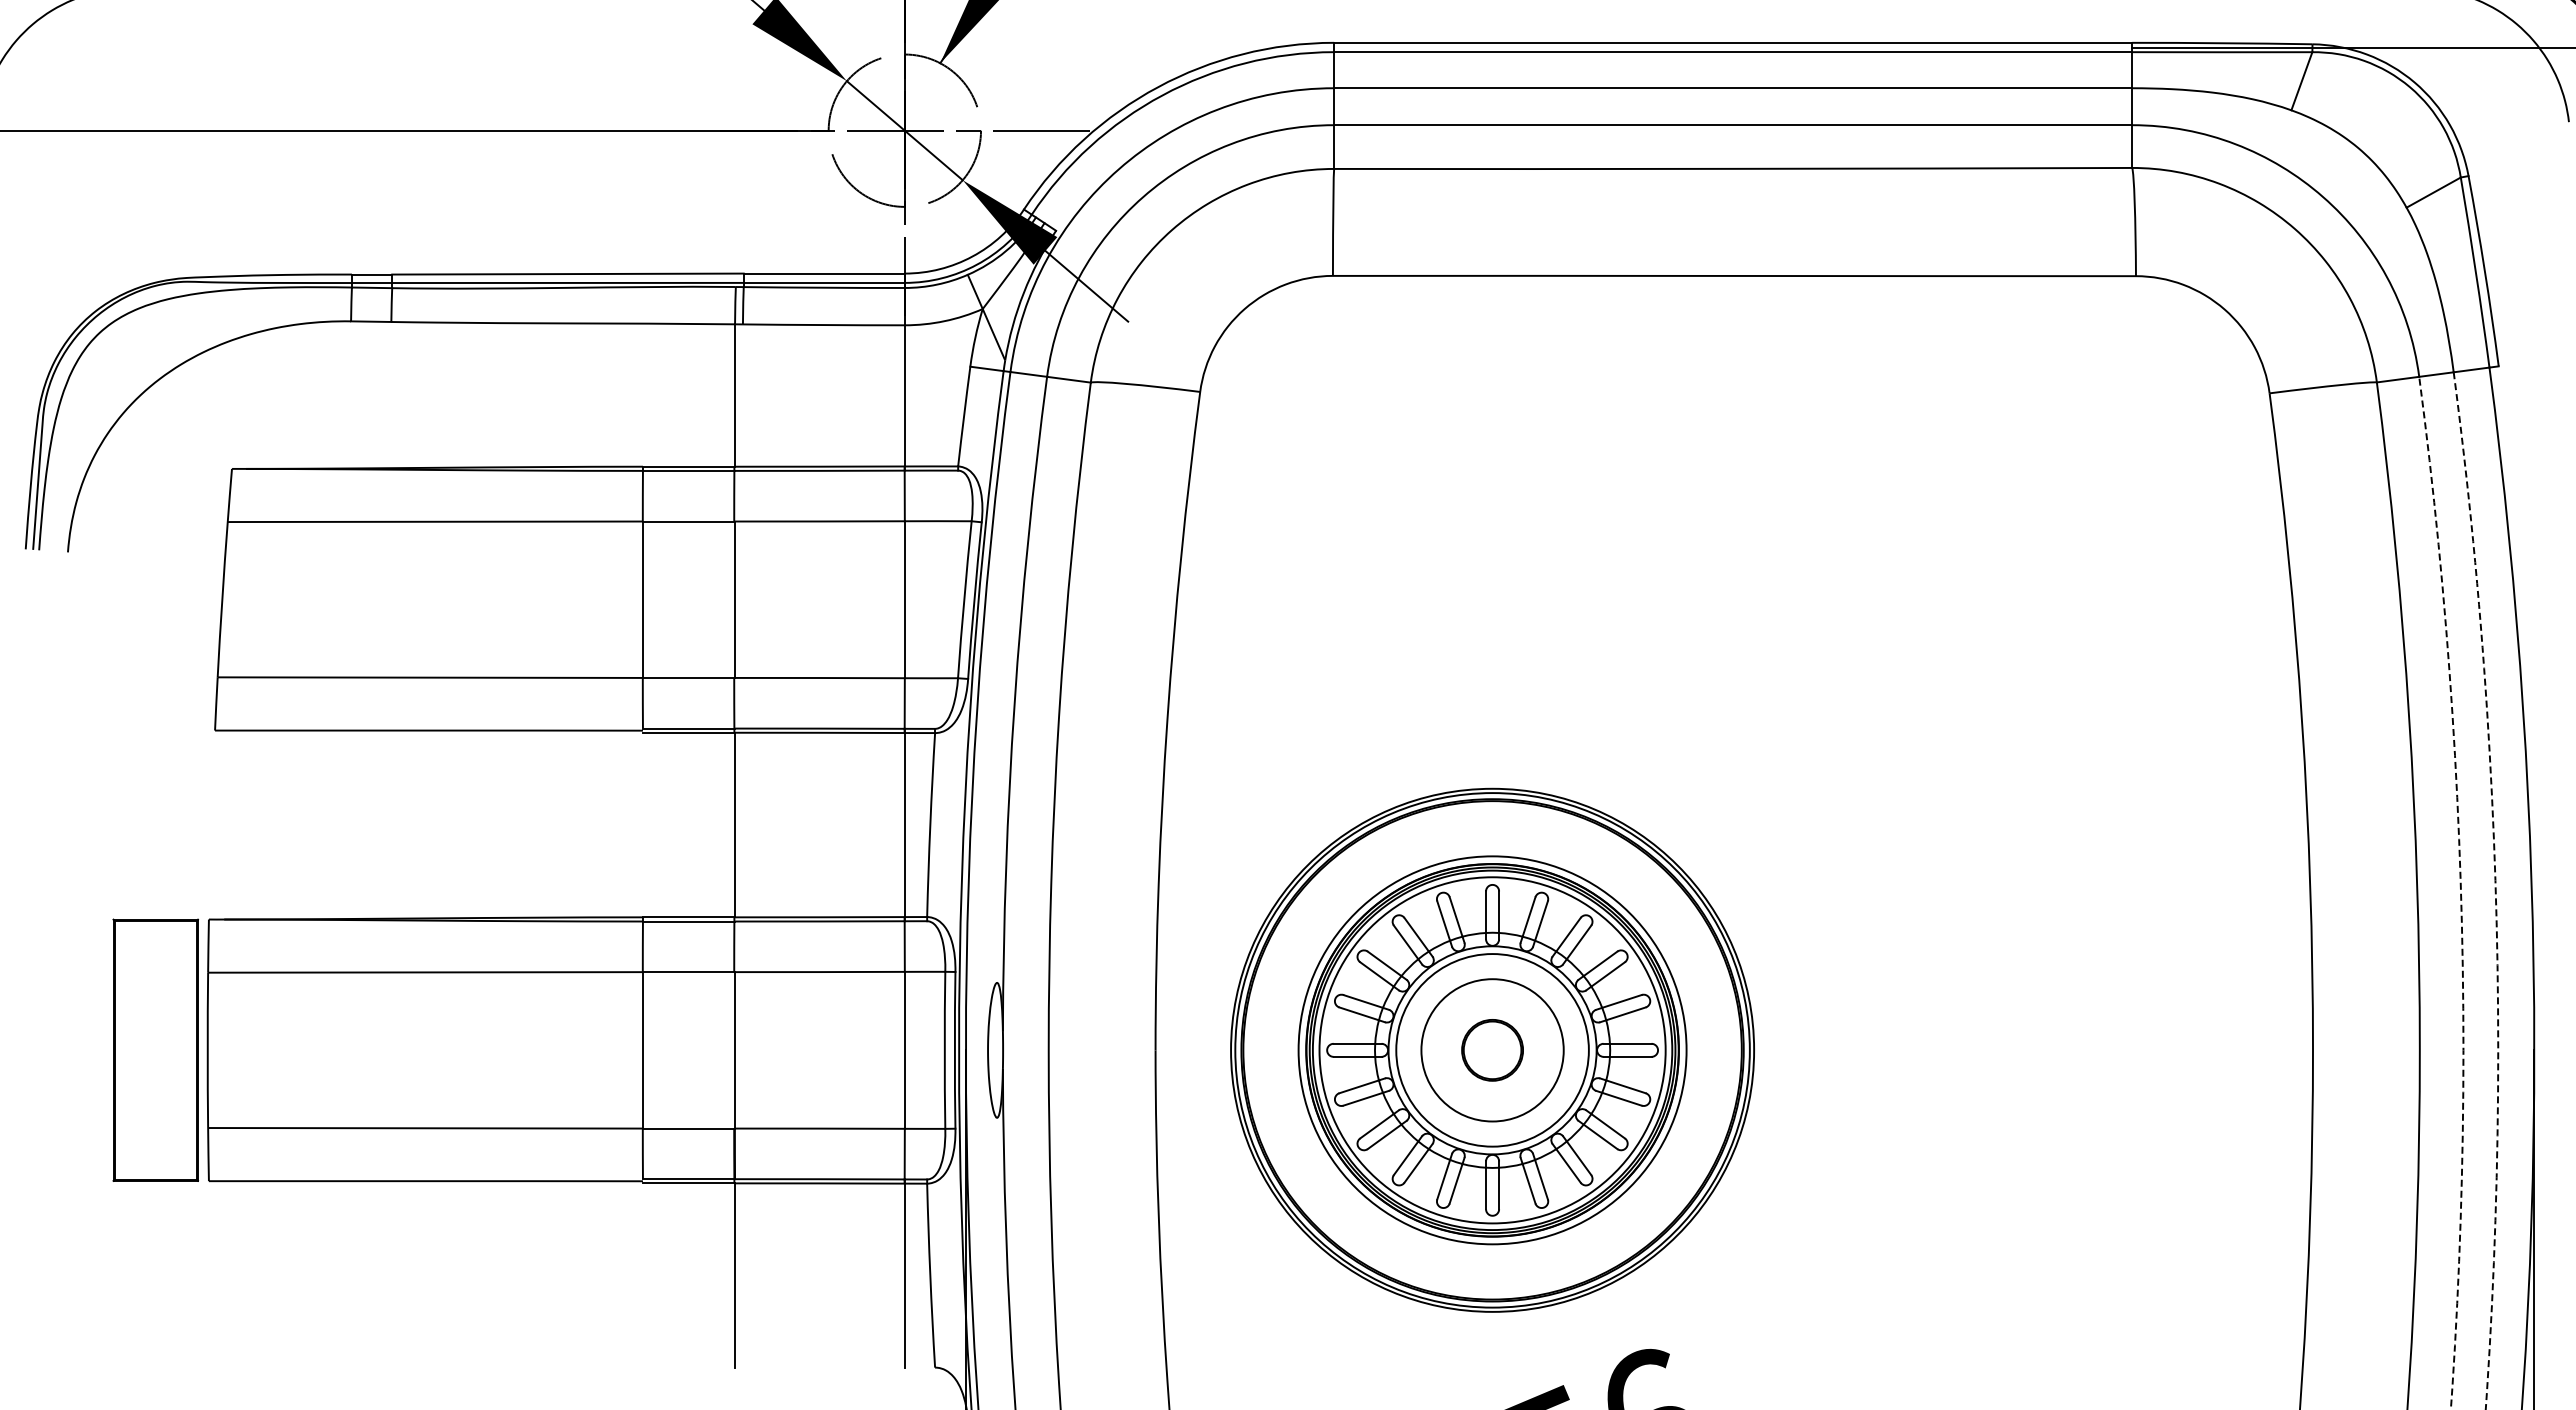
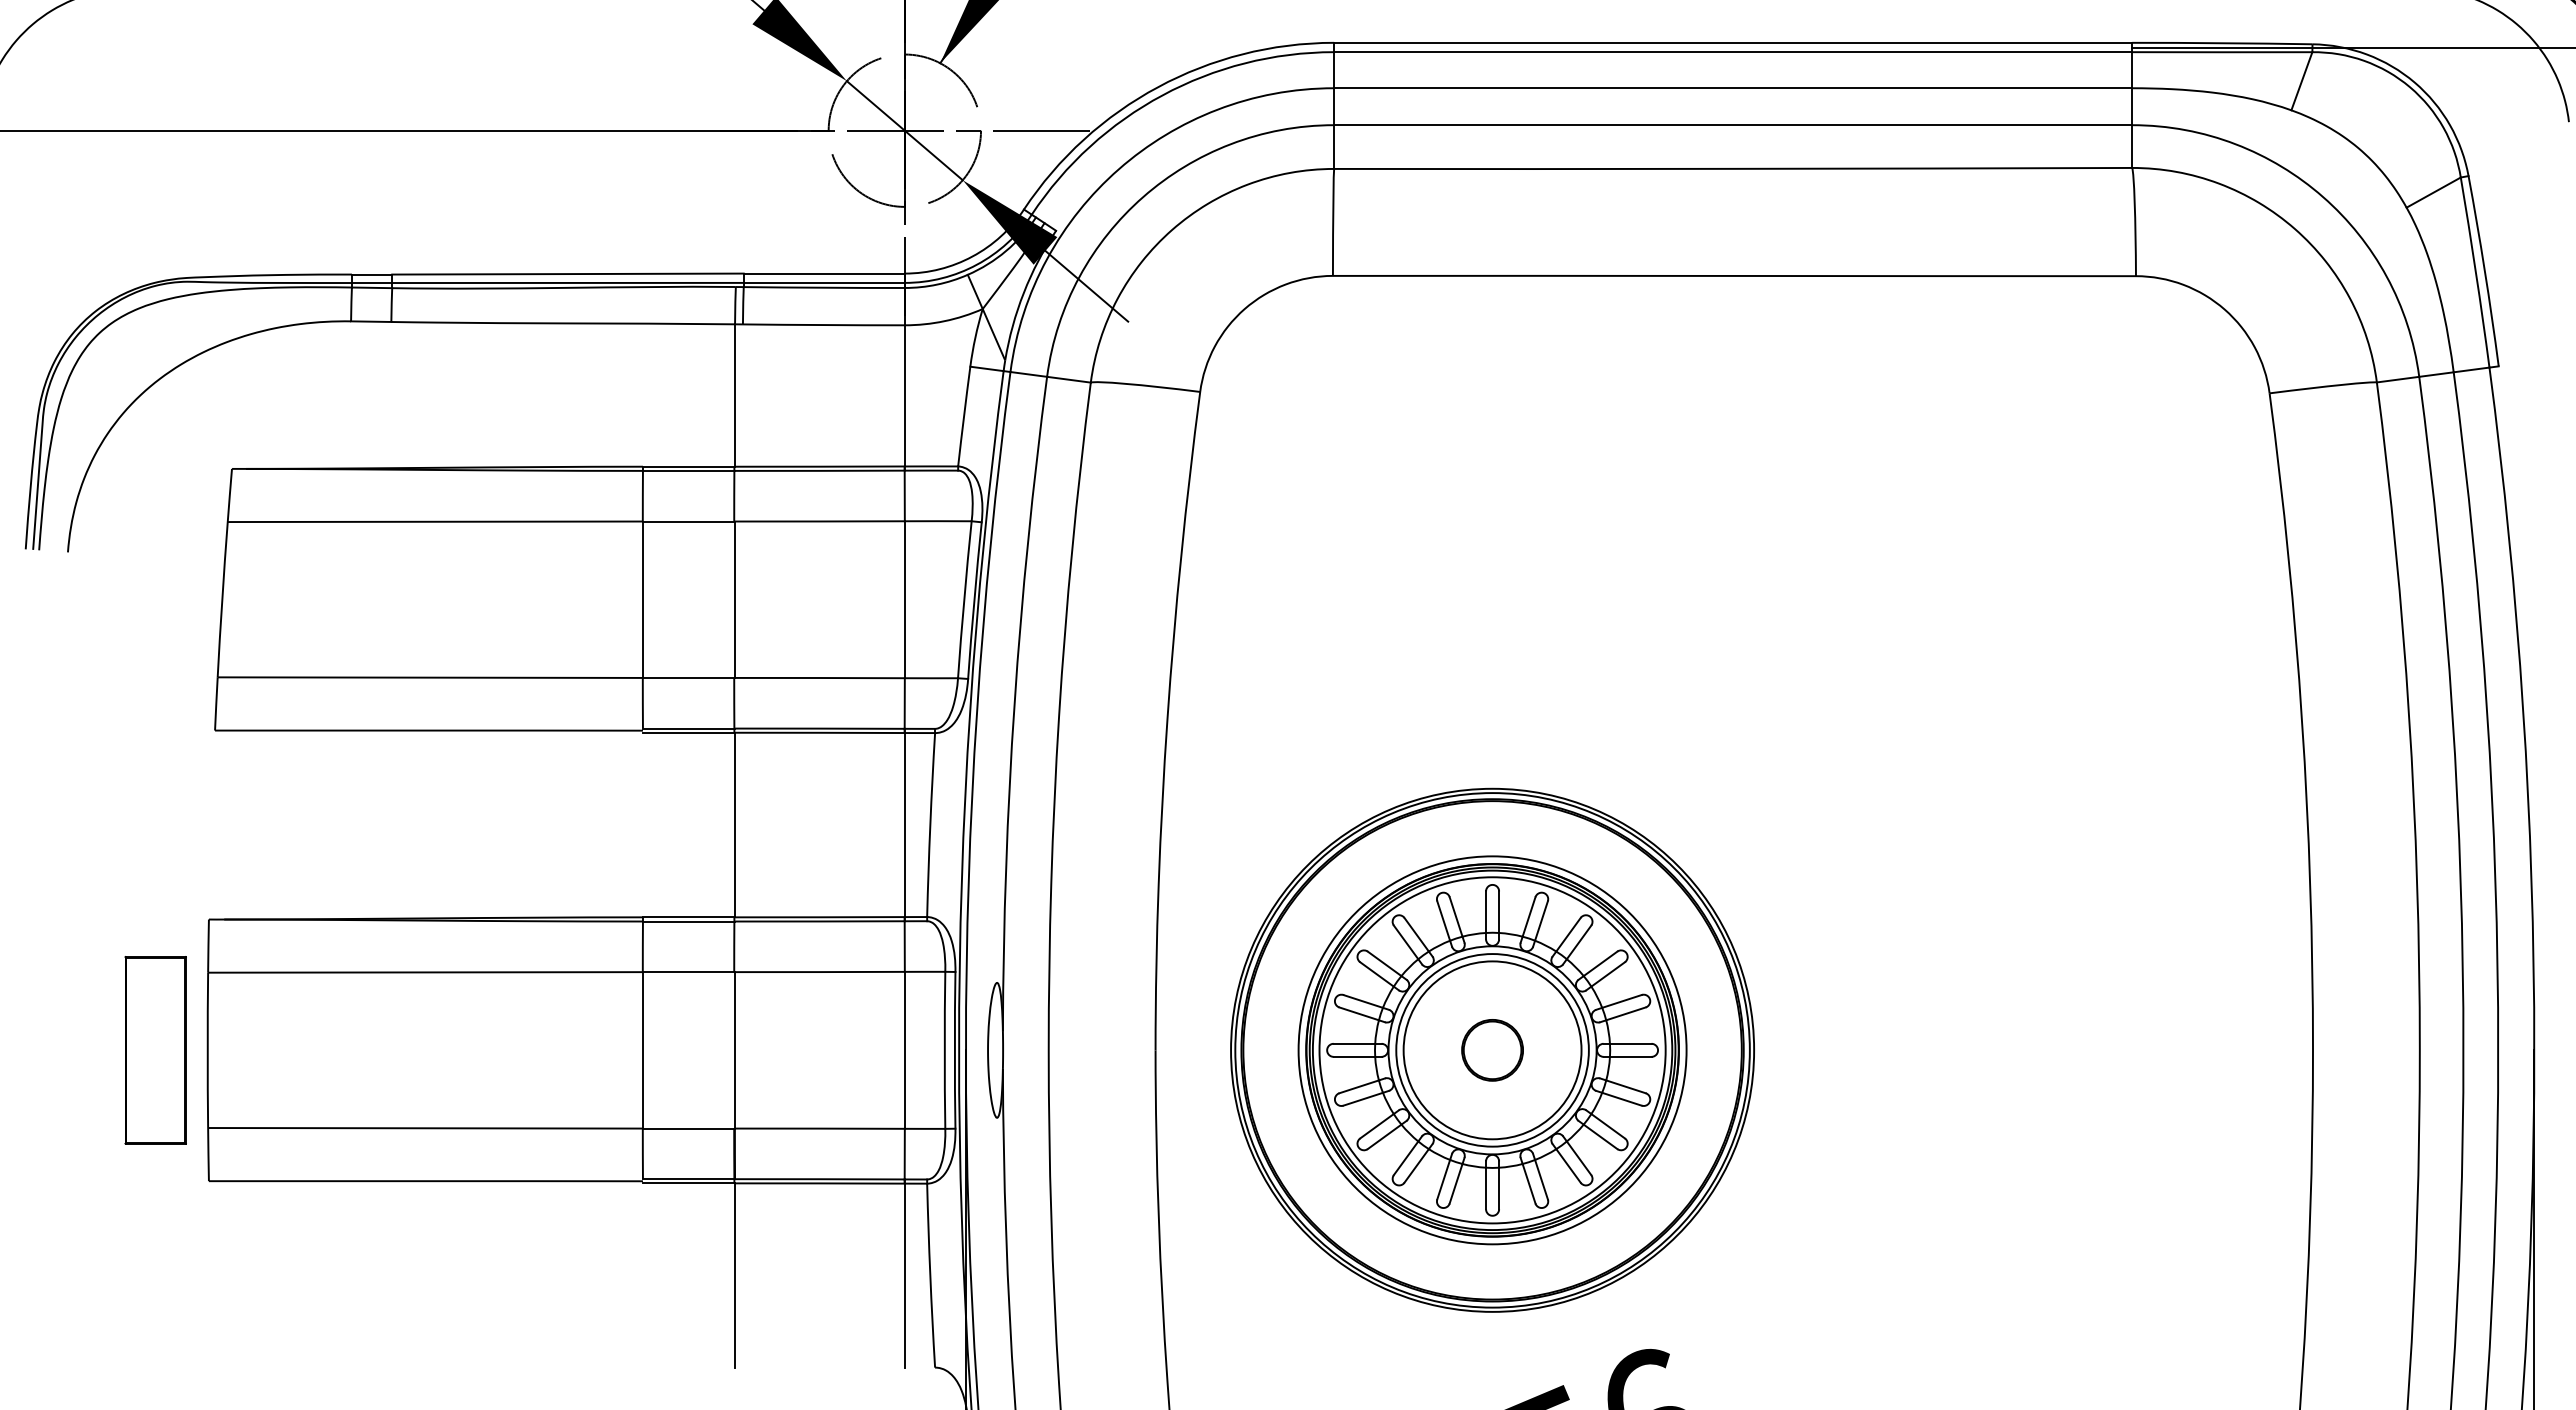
arc at (2495, 888): dashed -> solid
arc at (2460, 892): dashed -> solid
part at (155, 1049) size: 88x264 px -> 63x189 px
circle at (1492, 1050) diameter: 142 px -> 178 px
